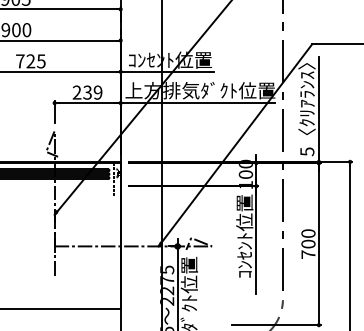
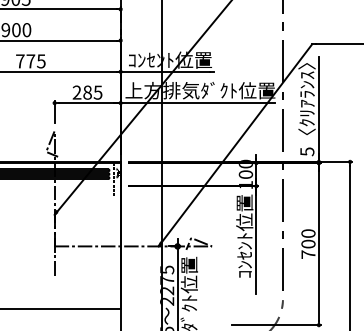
text at (30, 61): 725 -> 775
text at (92, 92): 239 -> 285
